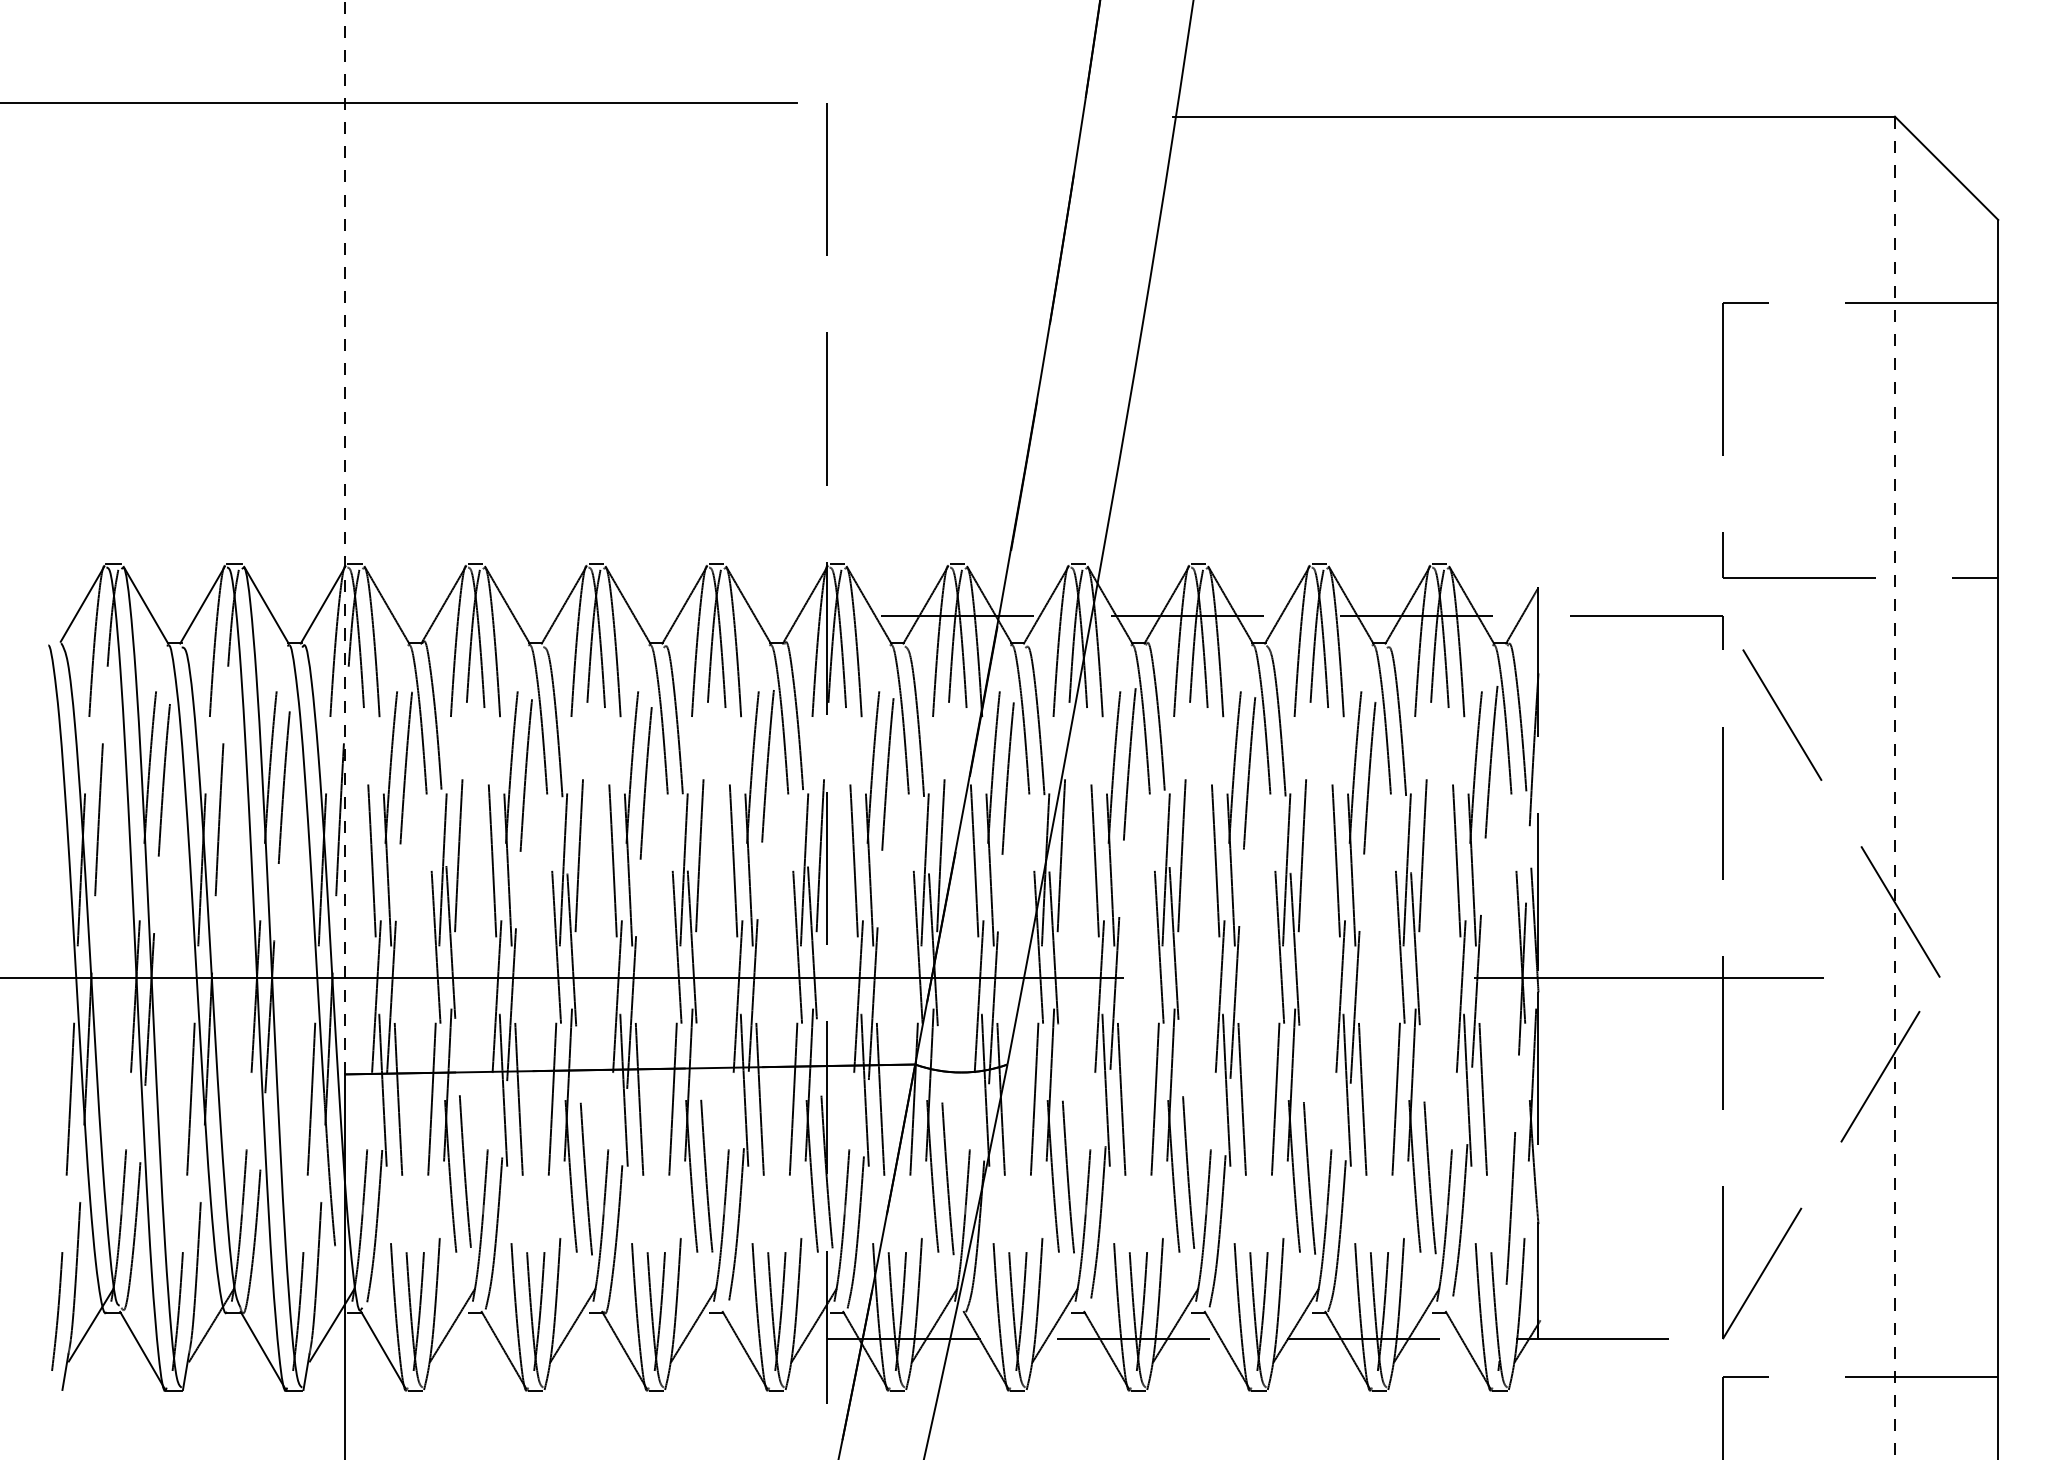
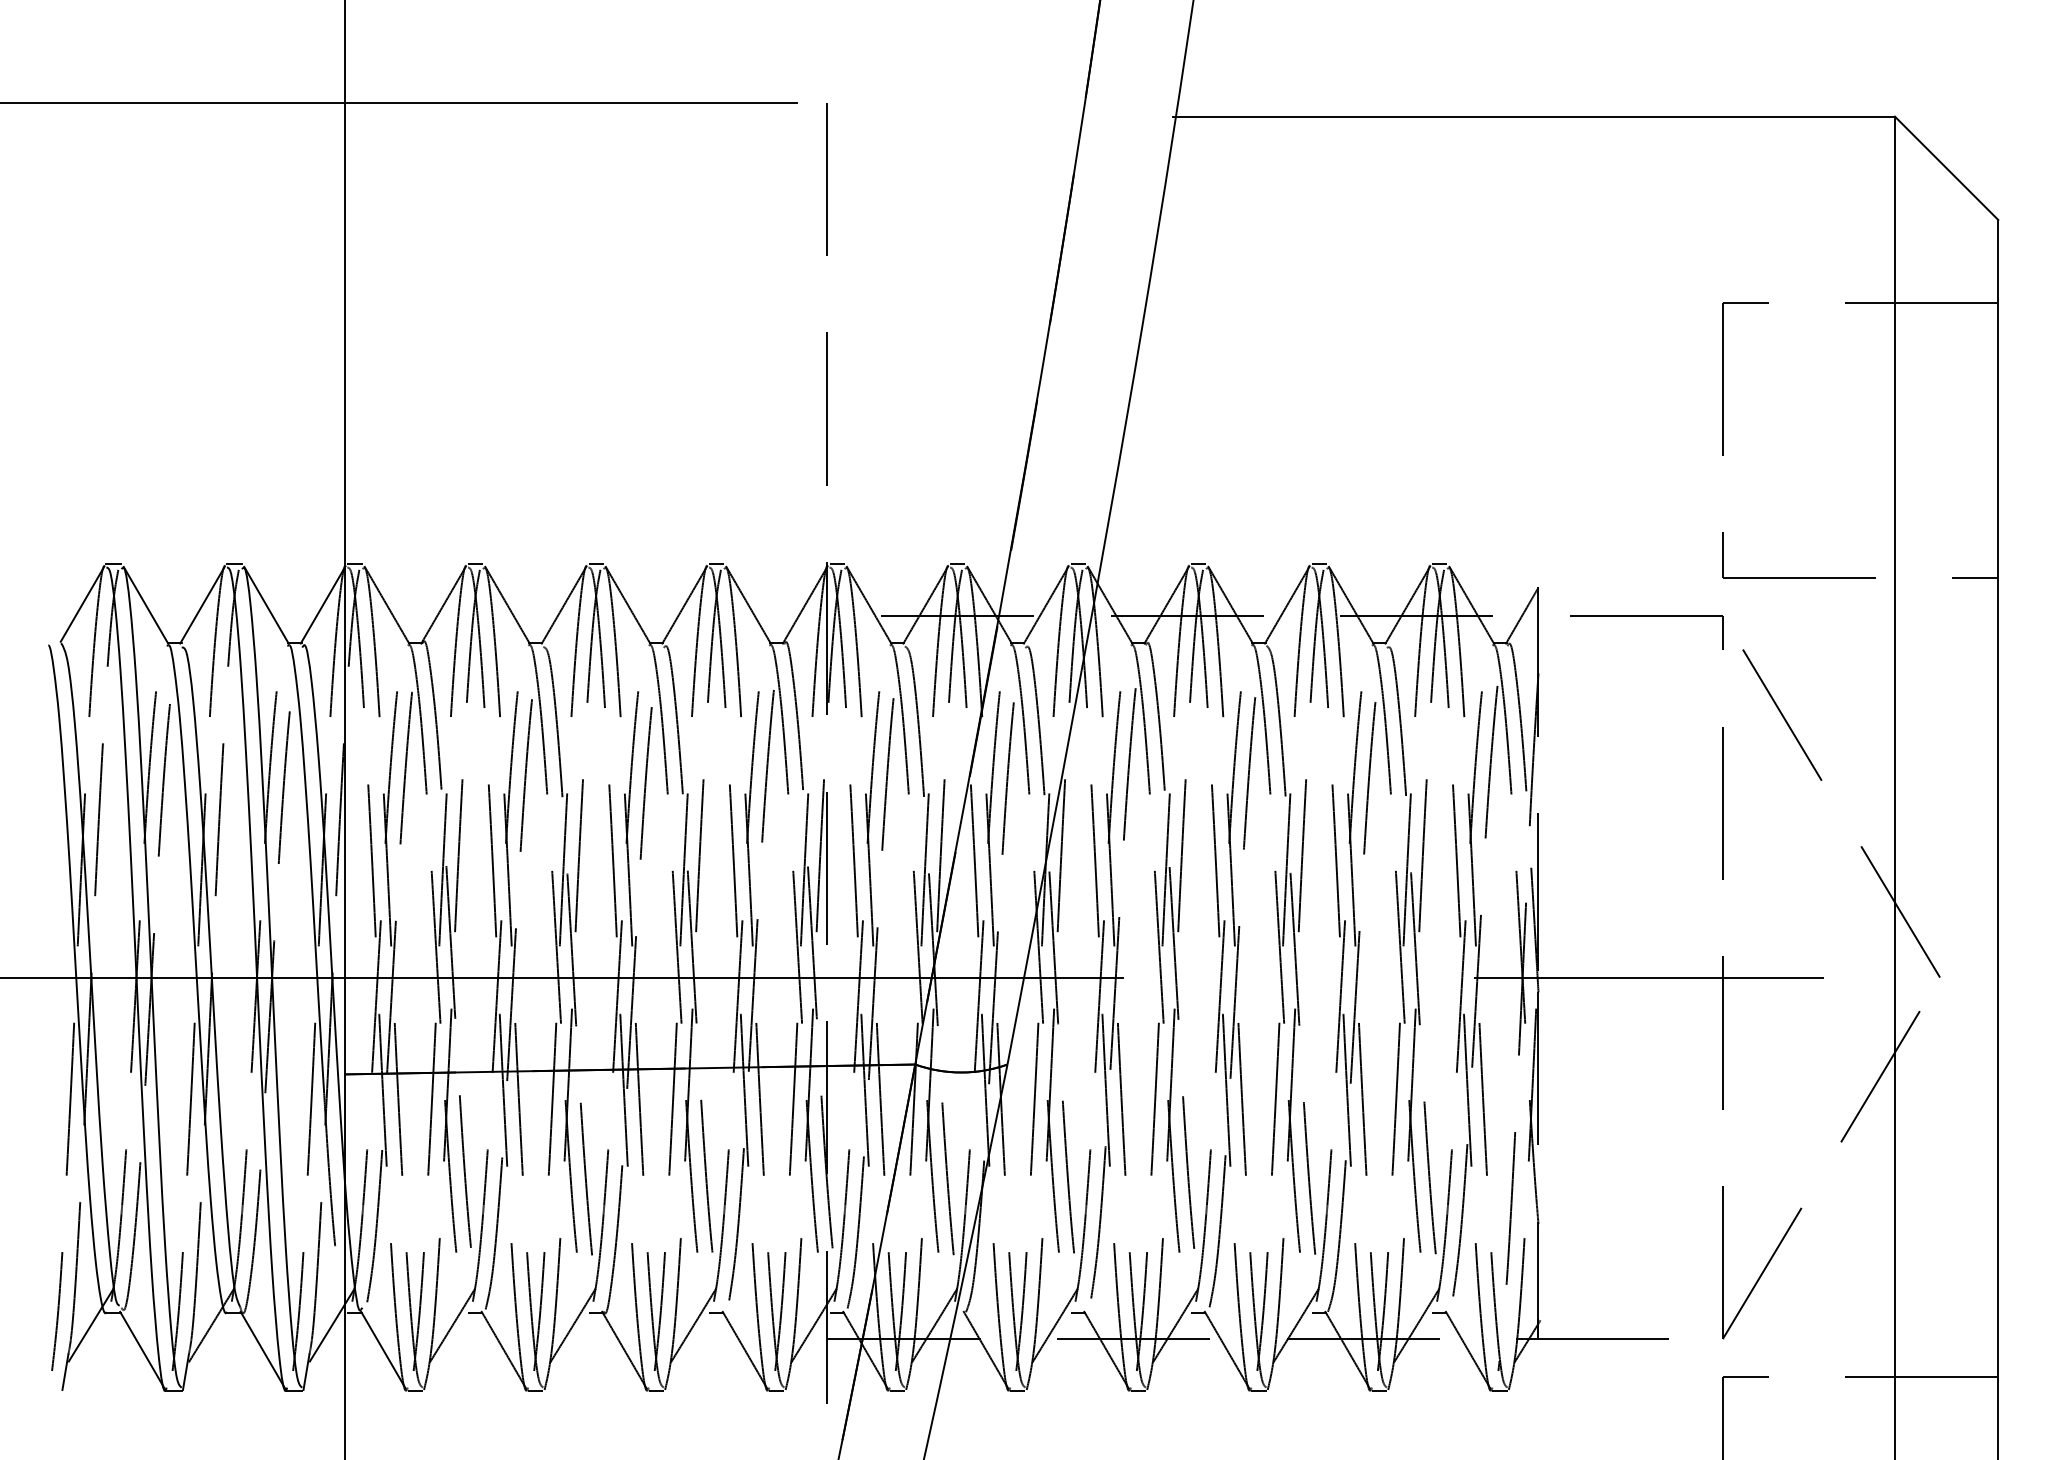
line at (345, 536): dashed -> solid
line at (1894, 788): dashed -> solid
